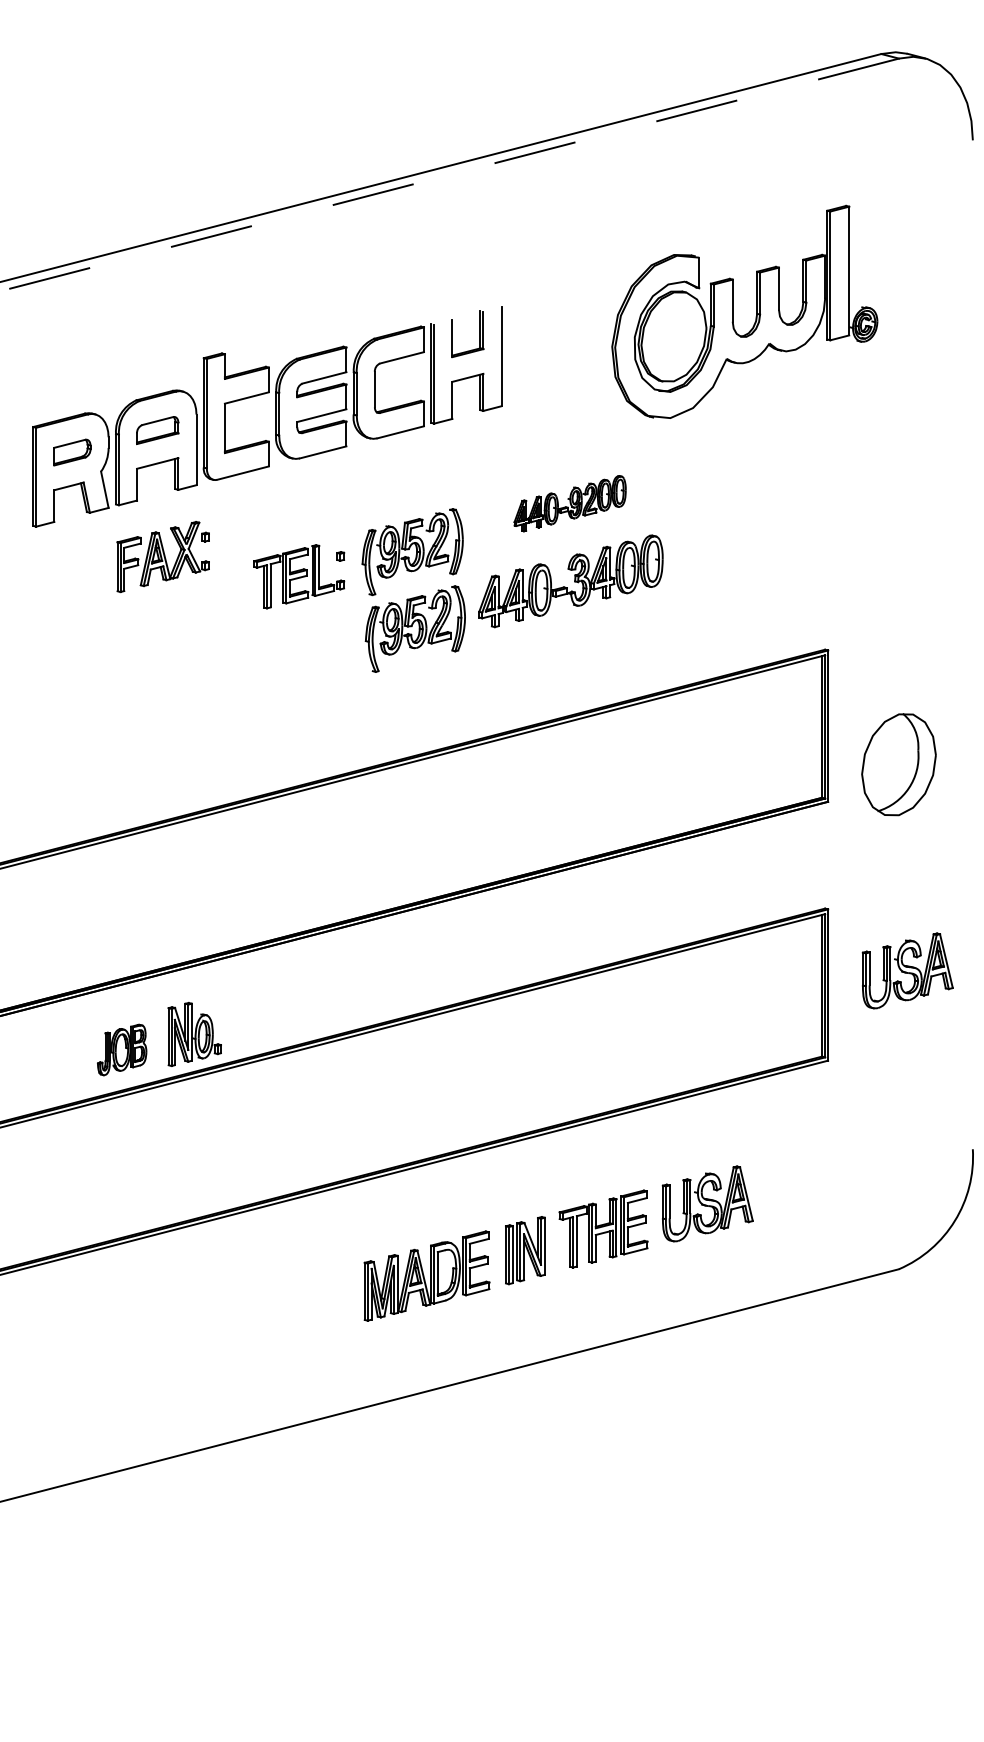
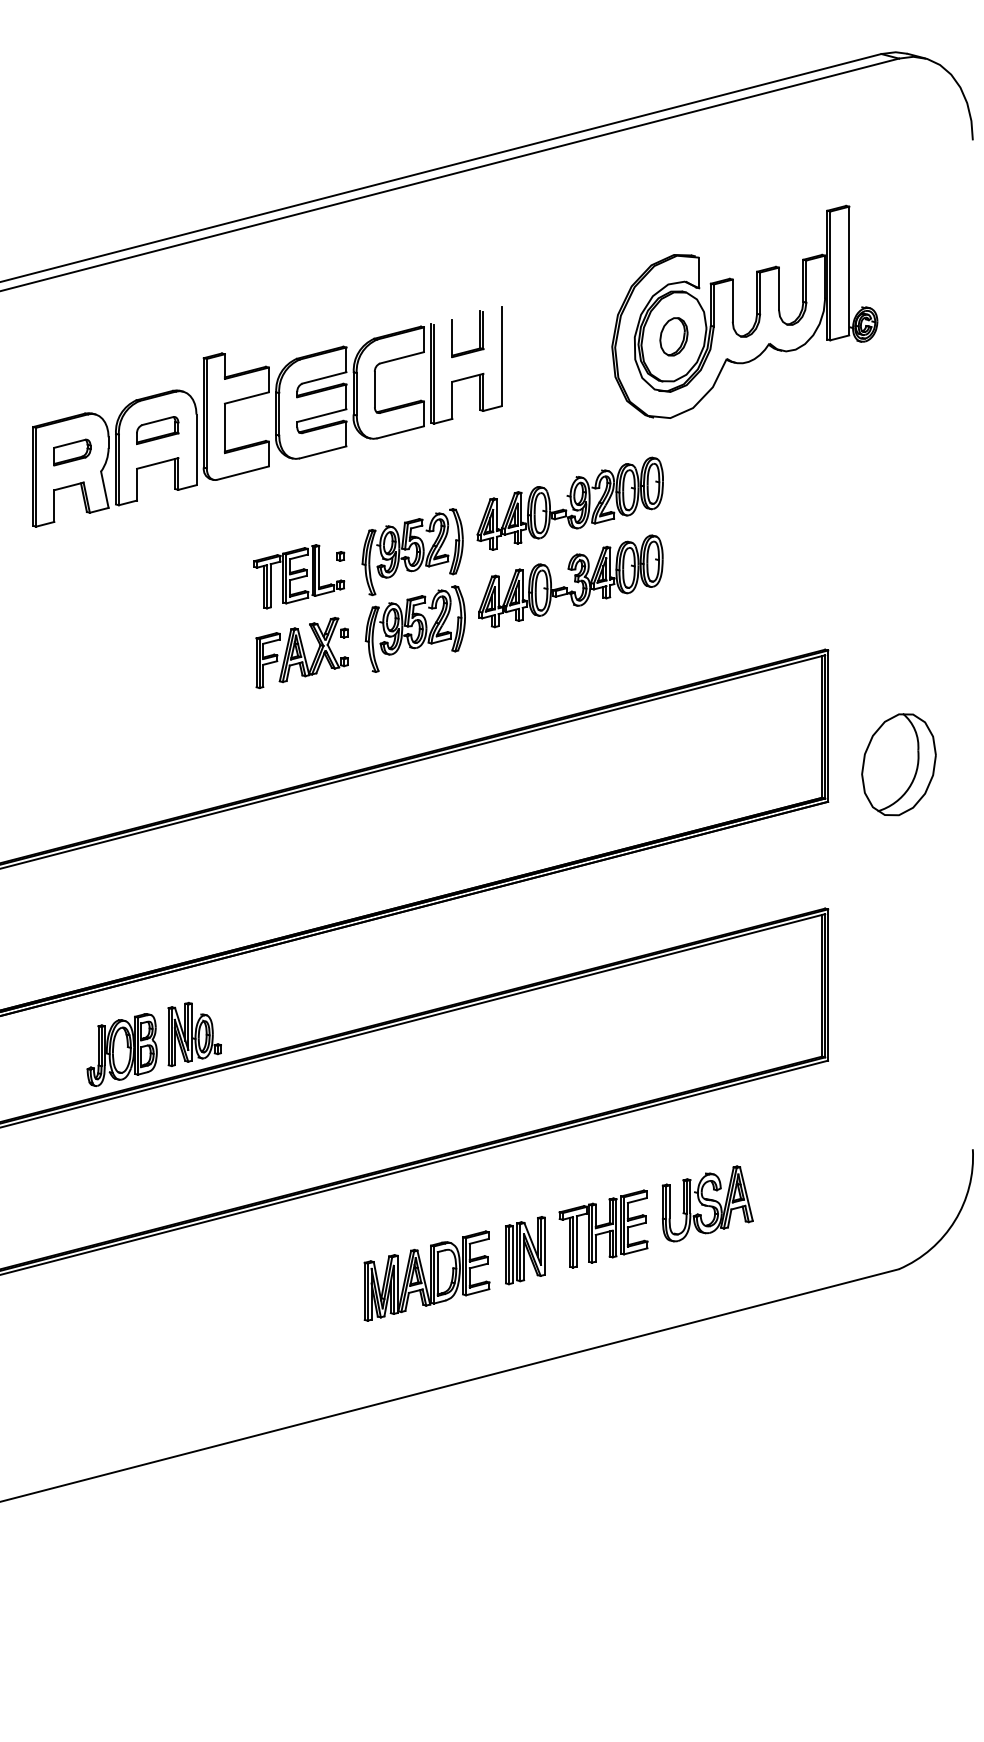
line at (449, 175): dashed -> solid
part at (673, 336): none -> present
part at (569, 503) size: 114x58 px -> 188x95 px
part at (162, 557) position: (162, 557) -> (301, 653)
part at (907, 970): present -> none
part at (122, 1049) size: 51x54 px -> 72x74 px
